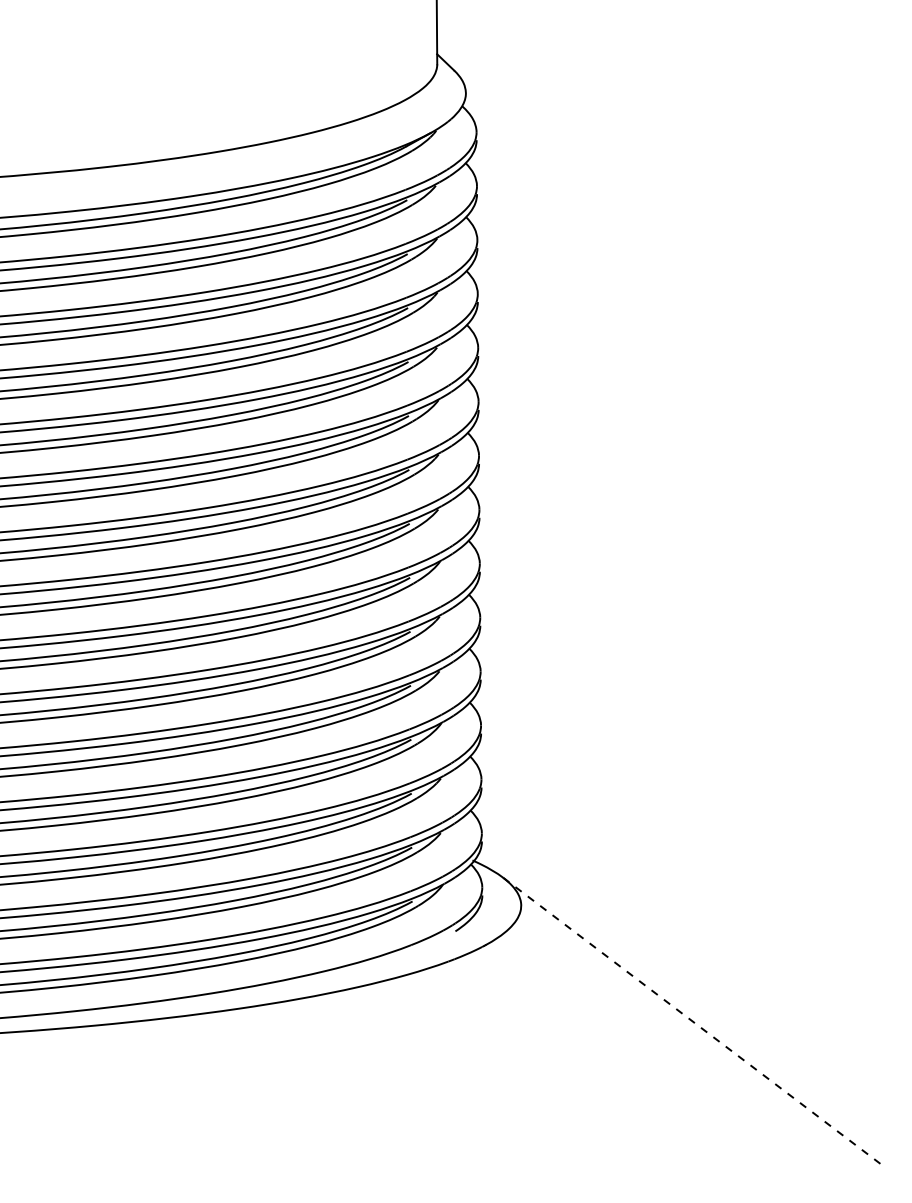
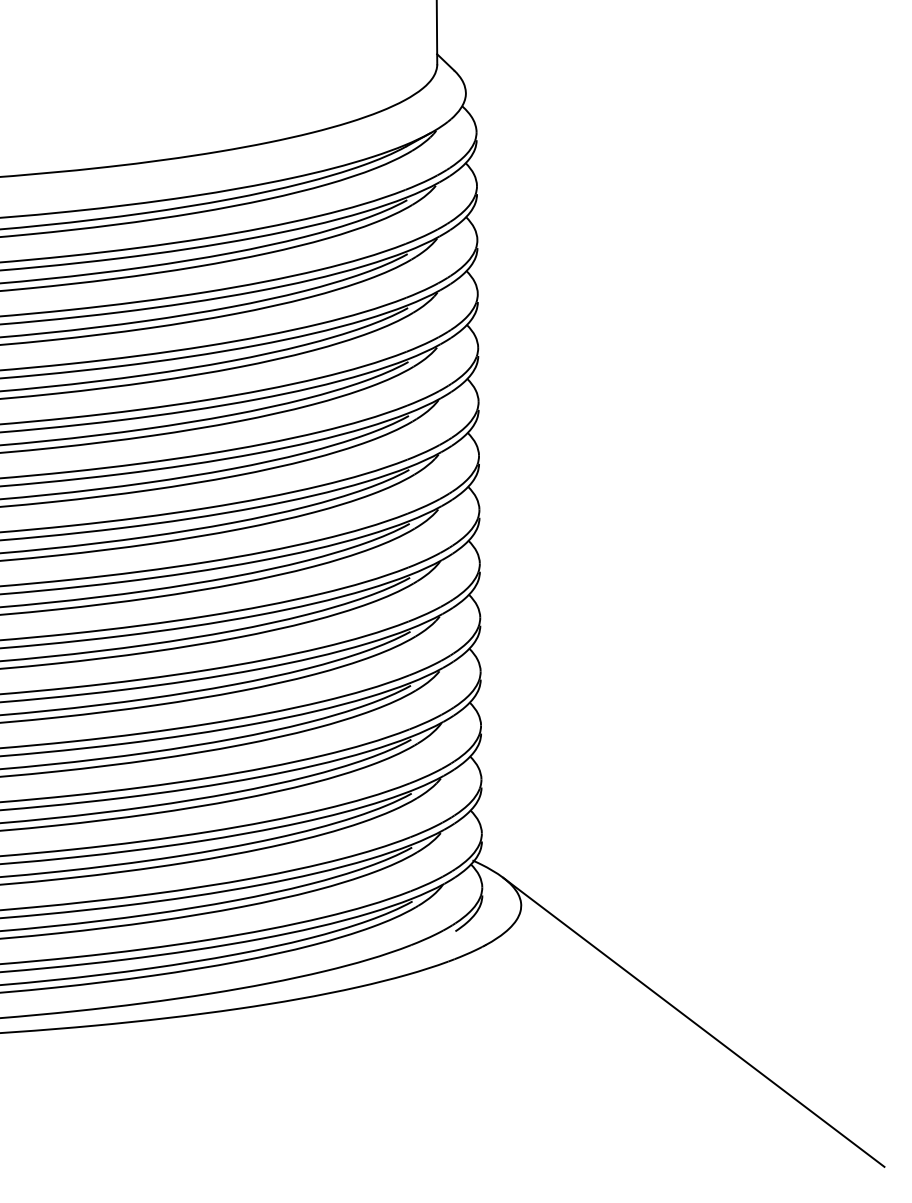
line at (694, 1022): dashed -> solid
